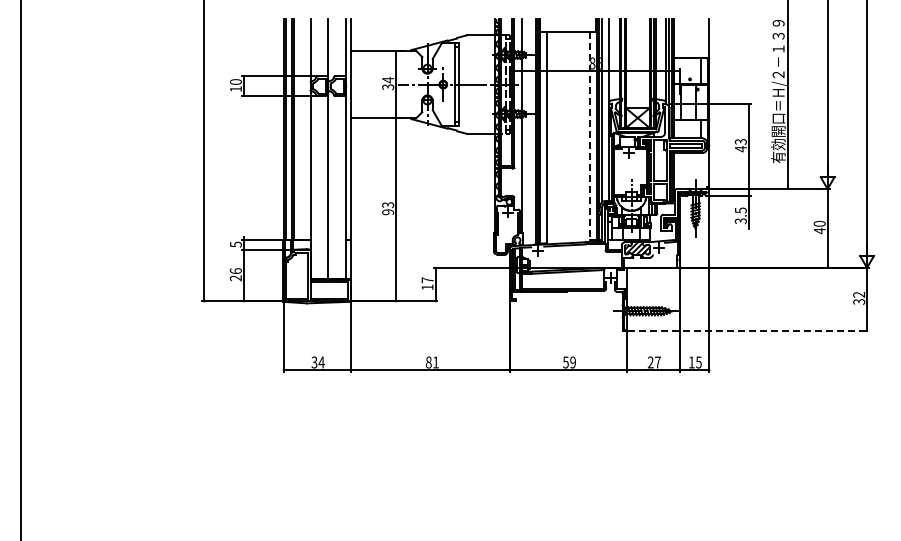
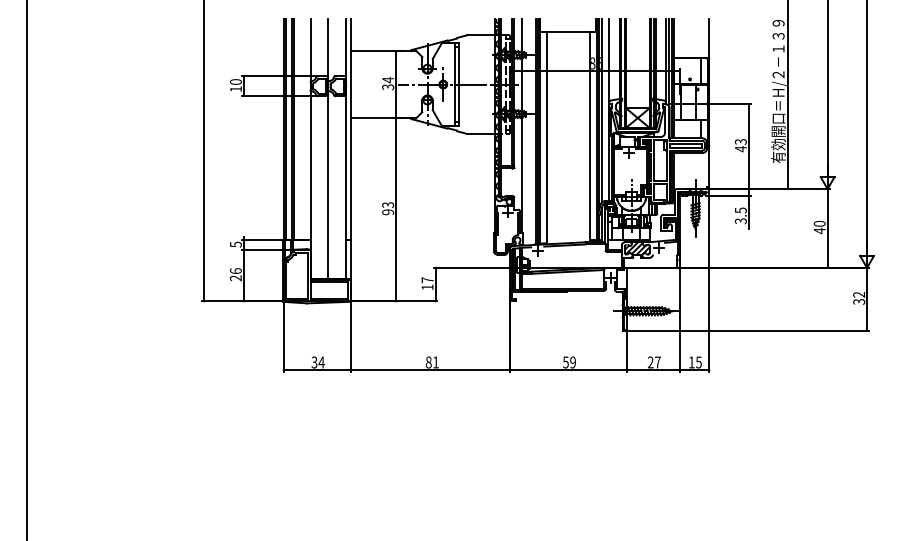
line at (589, 136): dashed -> solid
line at (21, 269) position: (21, 269) -> (27, 269)
line at (748, 330): dashed -> solid
